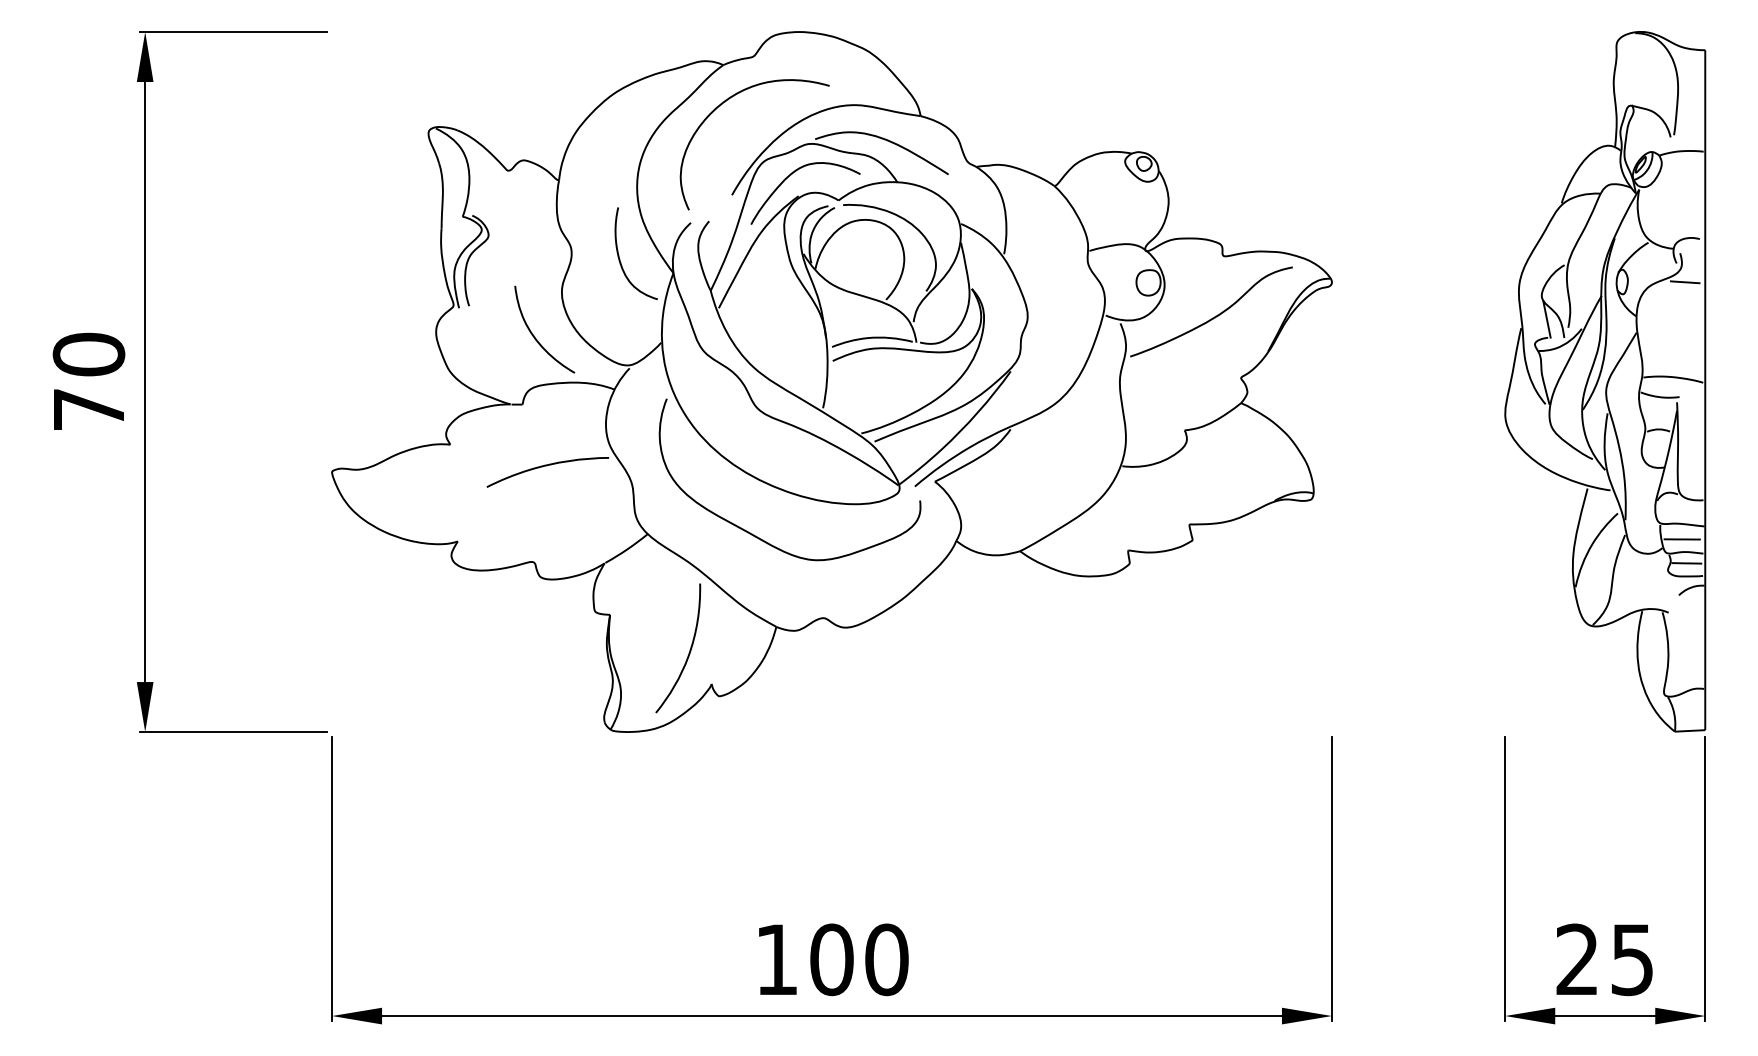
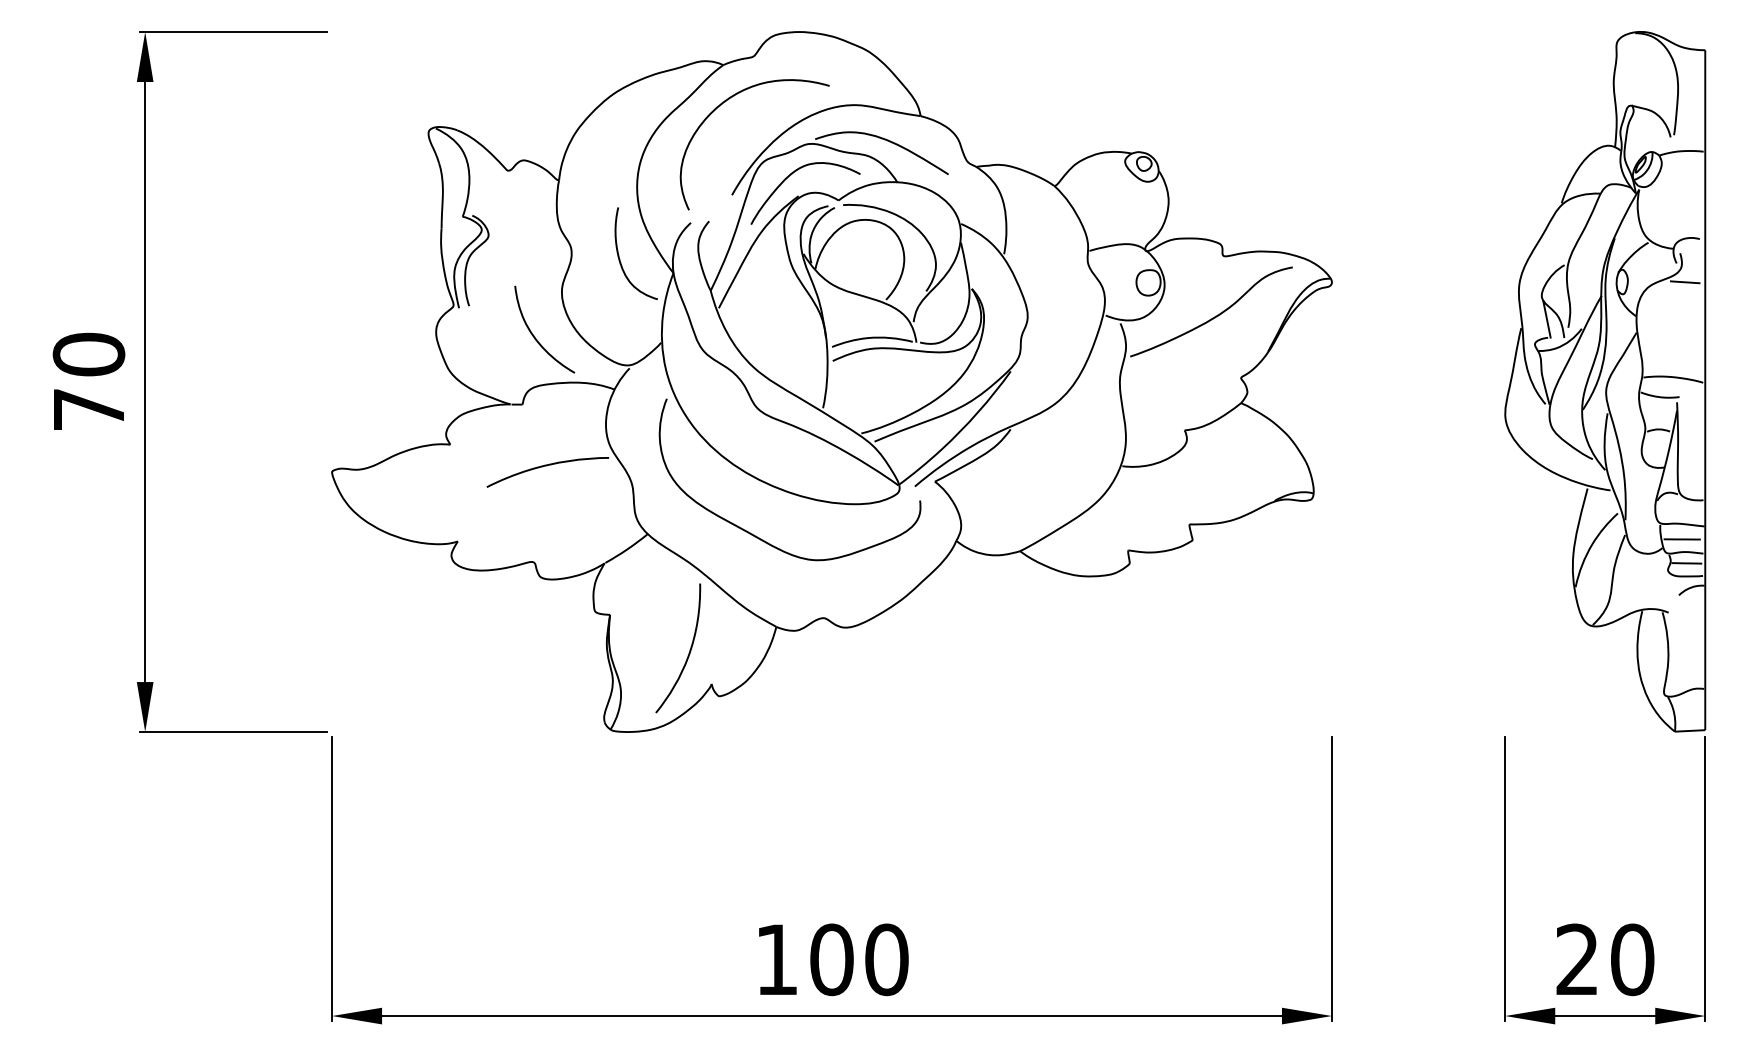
text at (1632, 959): 25 -> 20
